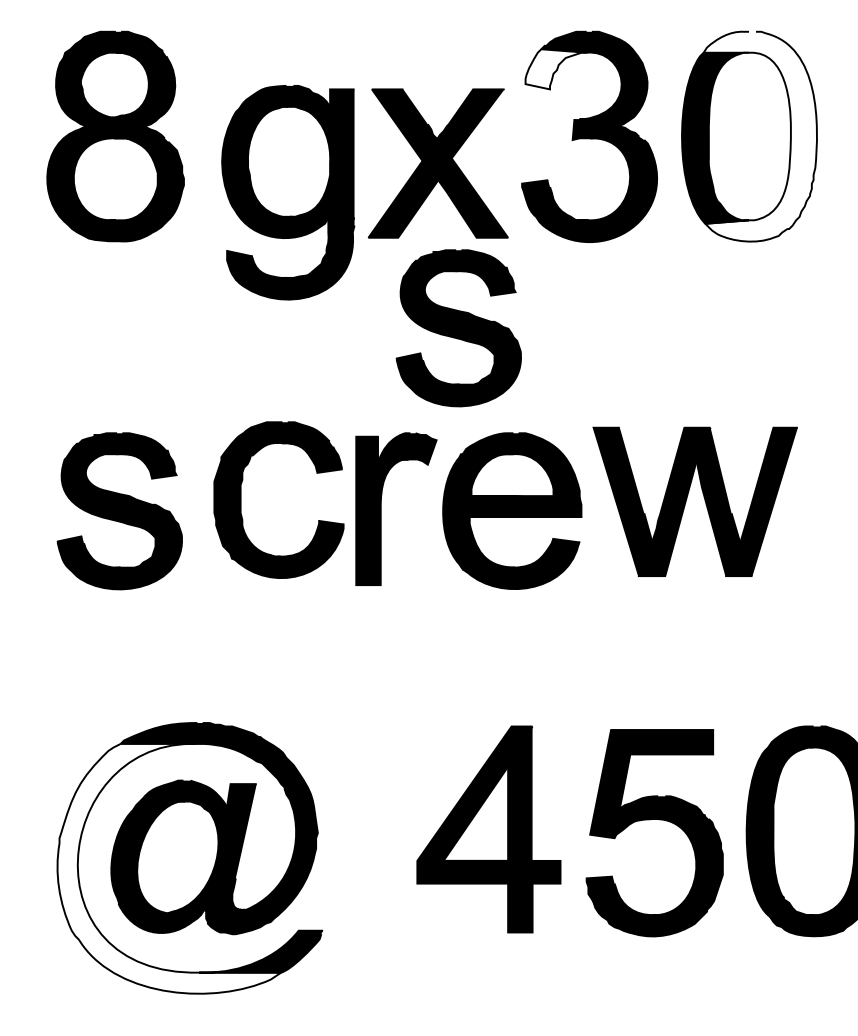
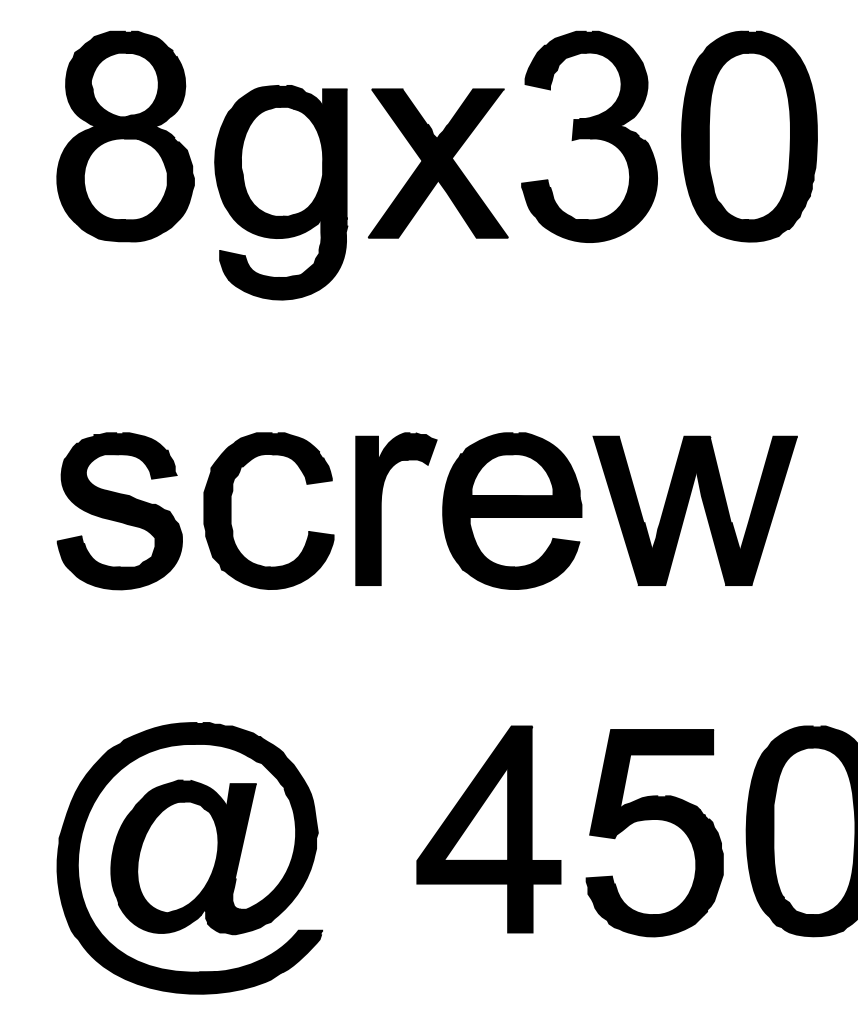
fill at (555, 69): none -> present
part at (115, 136) position: (115, 136) -> (125, 136)
fill at (759, 136): none -> present
part at (288, 192) position: (288, 192) -> (281, 192)
part at (458, 328): present -> none
part at (241, 499) position: (241, 499) -> (231, 510)
part at (687, 499) position: (687, 499) -> (687, 508)
fill at (169, 868): none -> present
